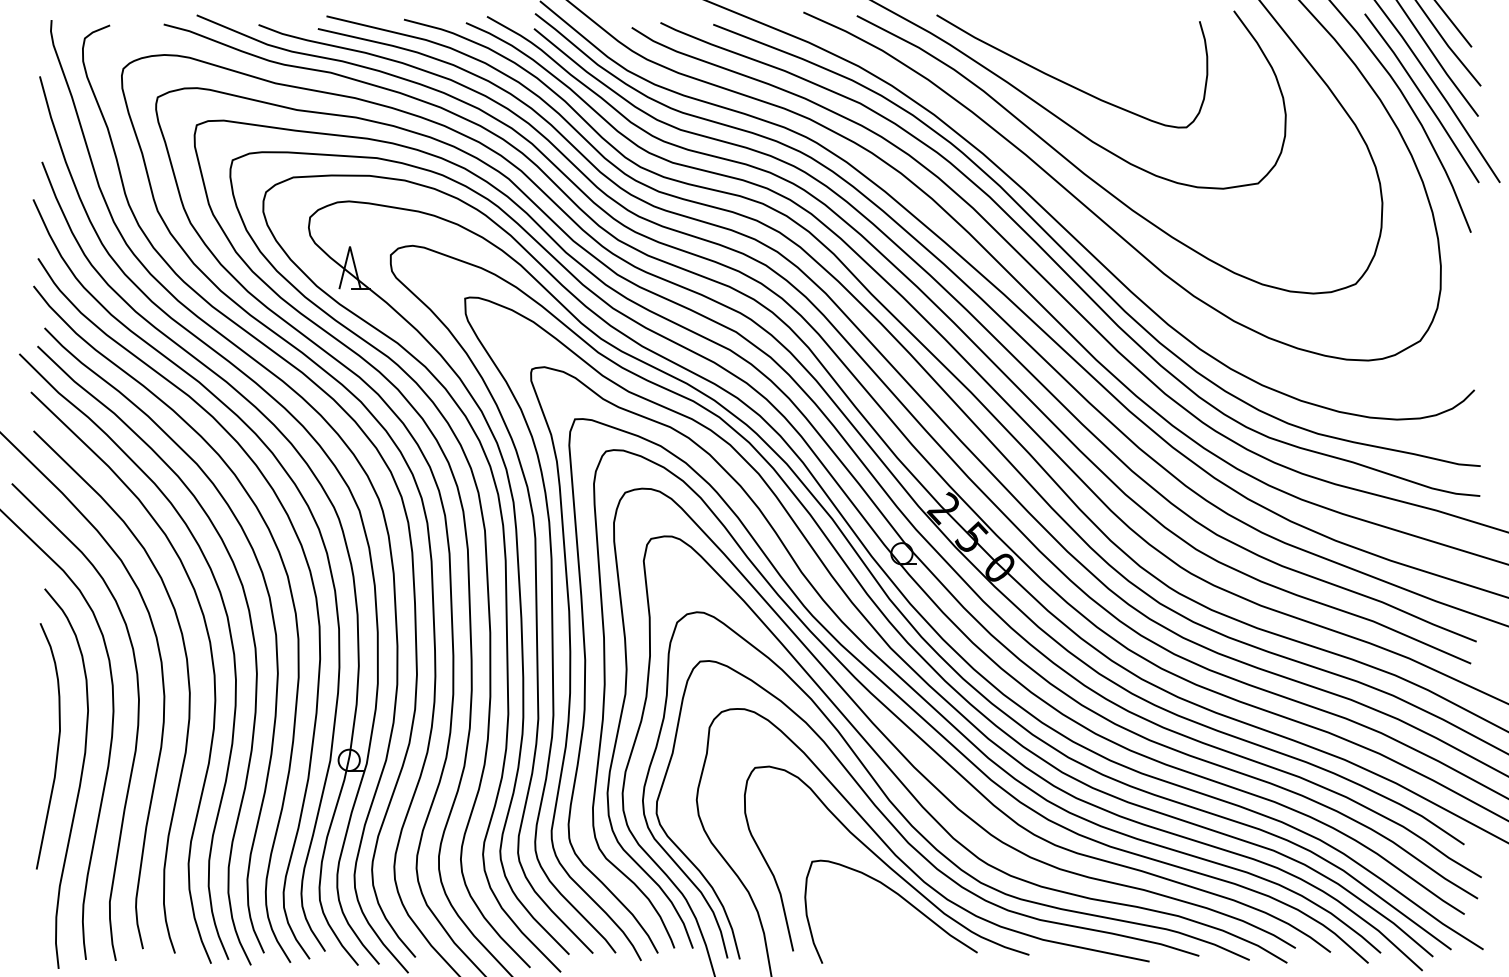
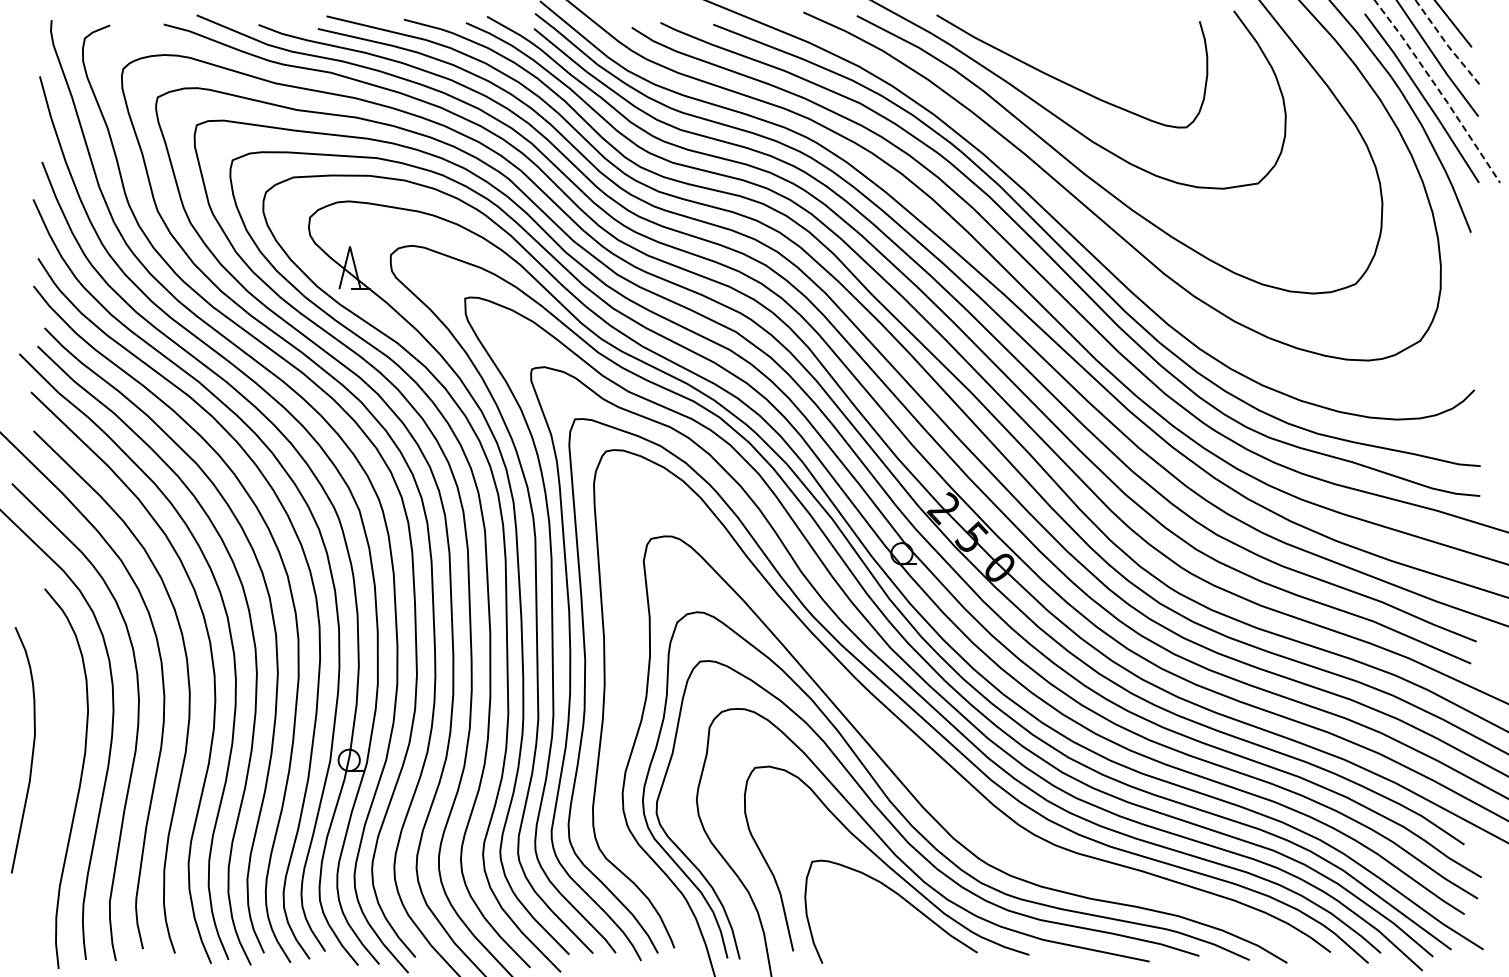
line at (1447, 45): solid -> dashed
line at (1439, 90): solid -> dashed
curve at (56, 750) position: (56, 750) -> (31, 754)
curve at (908, 759): present -> none
